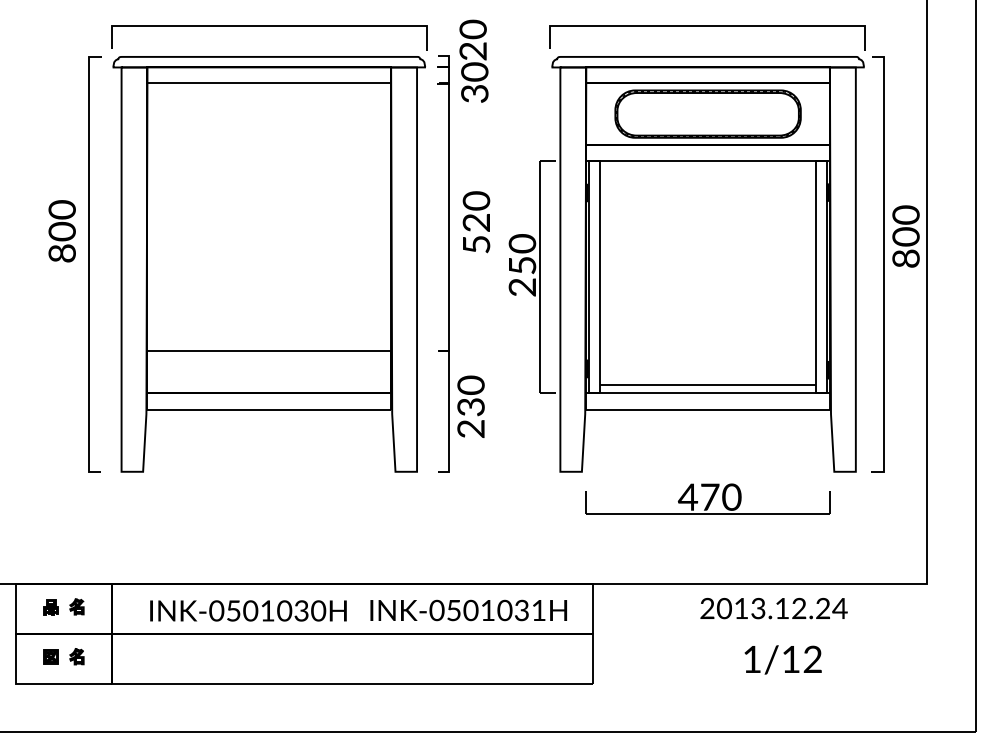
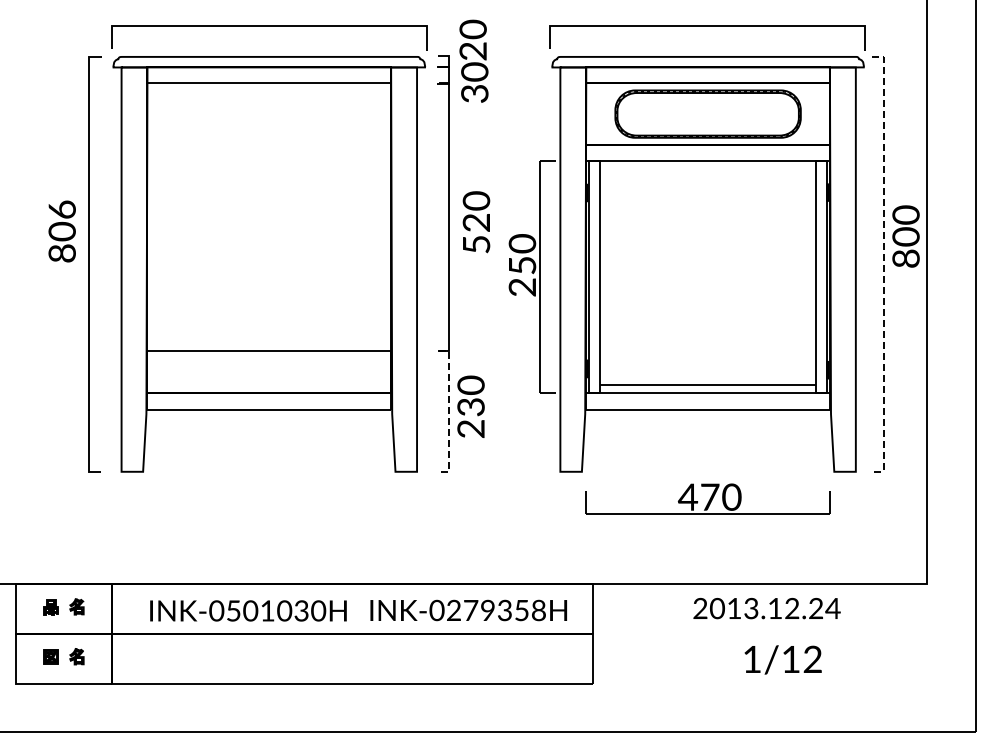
text at (61, 209): 800 -> 806
line at (883, 264): solid -> dashed
line at (449, 412): solid -> dashed
text at (773, 608) position: (773, 608) -> (766, 608)
text at (496, 610): INK-0501031H -> INK-0279358H
